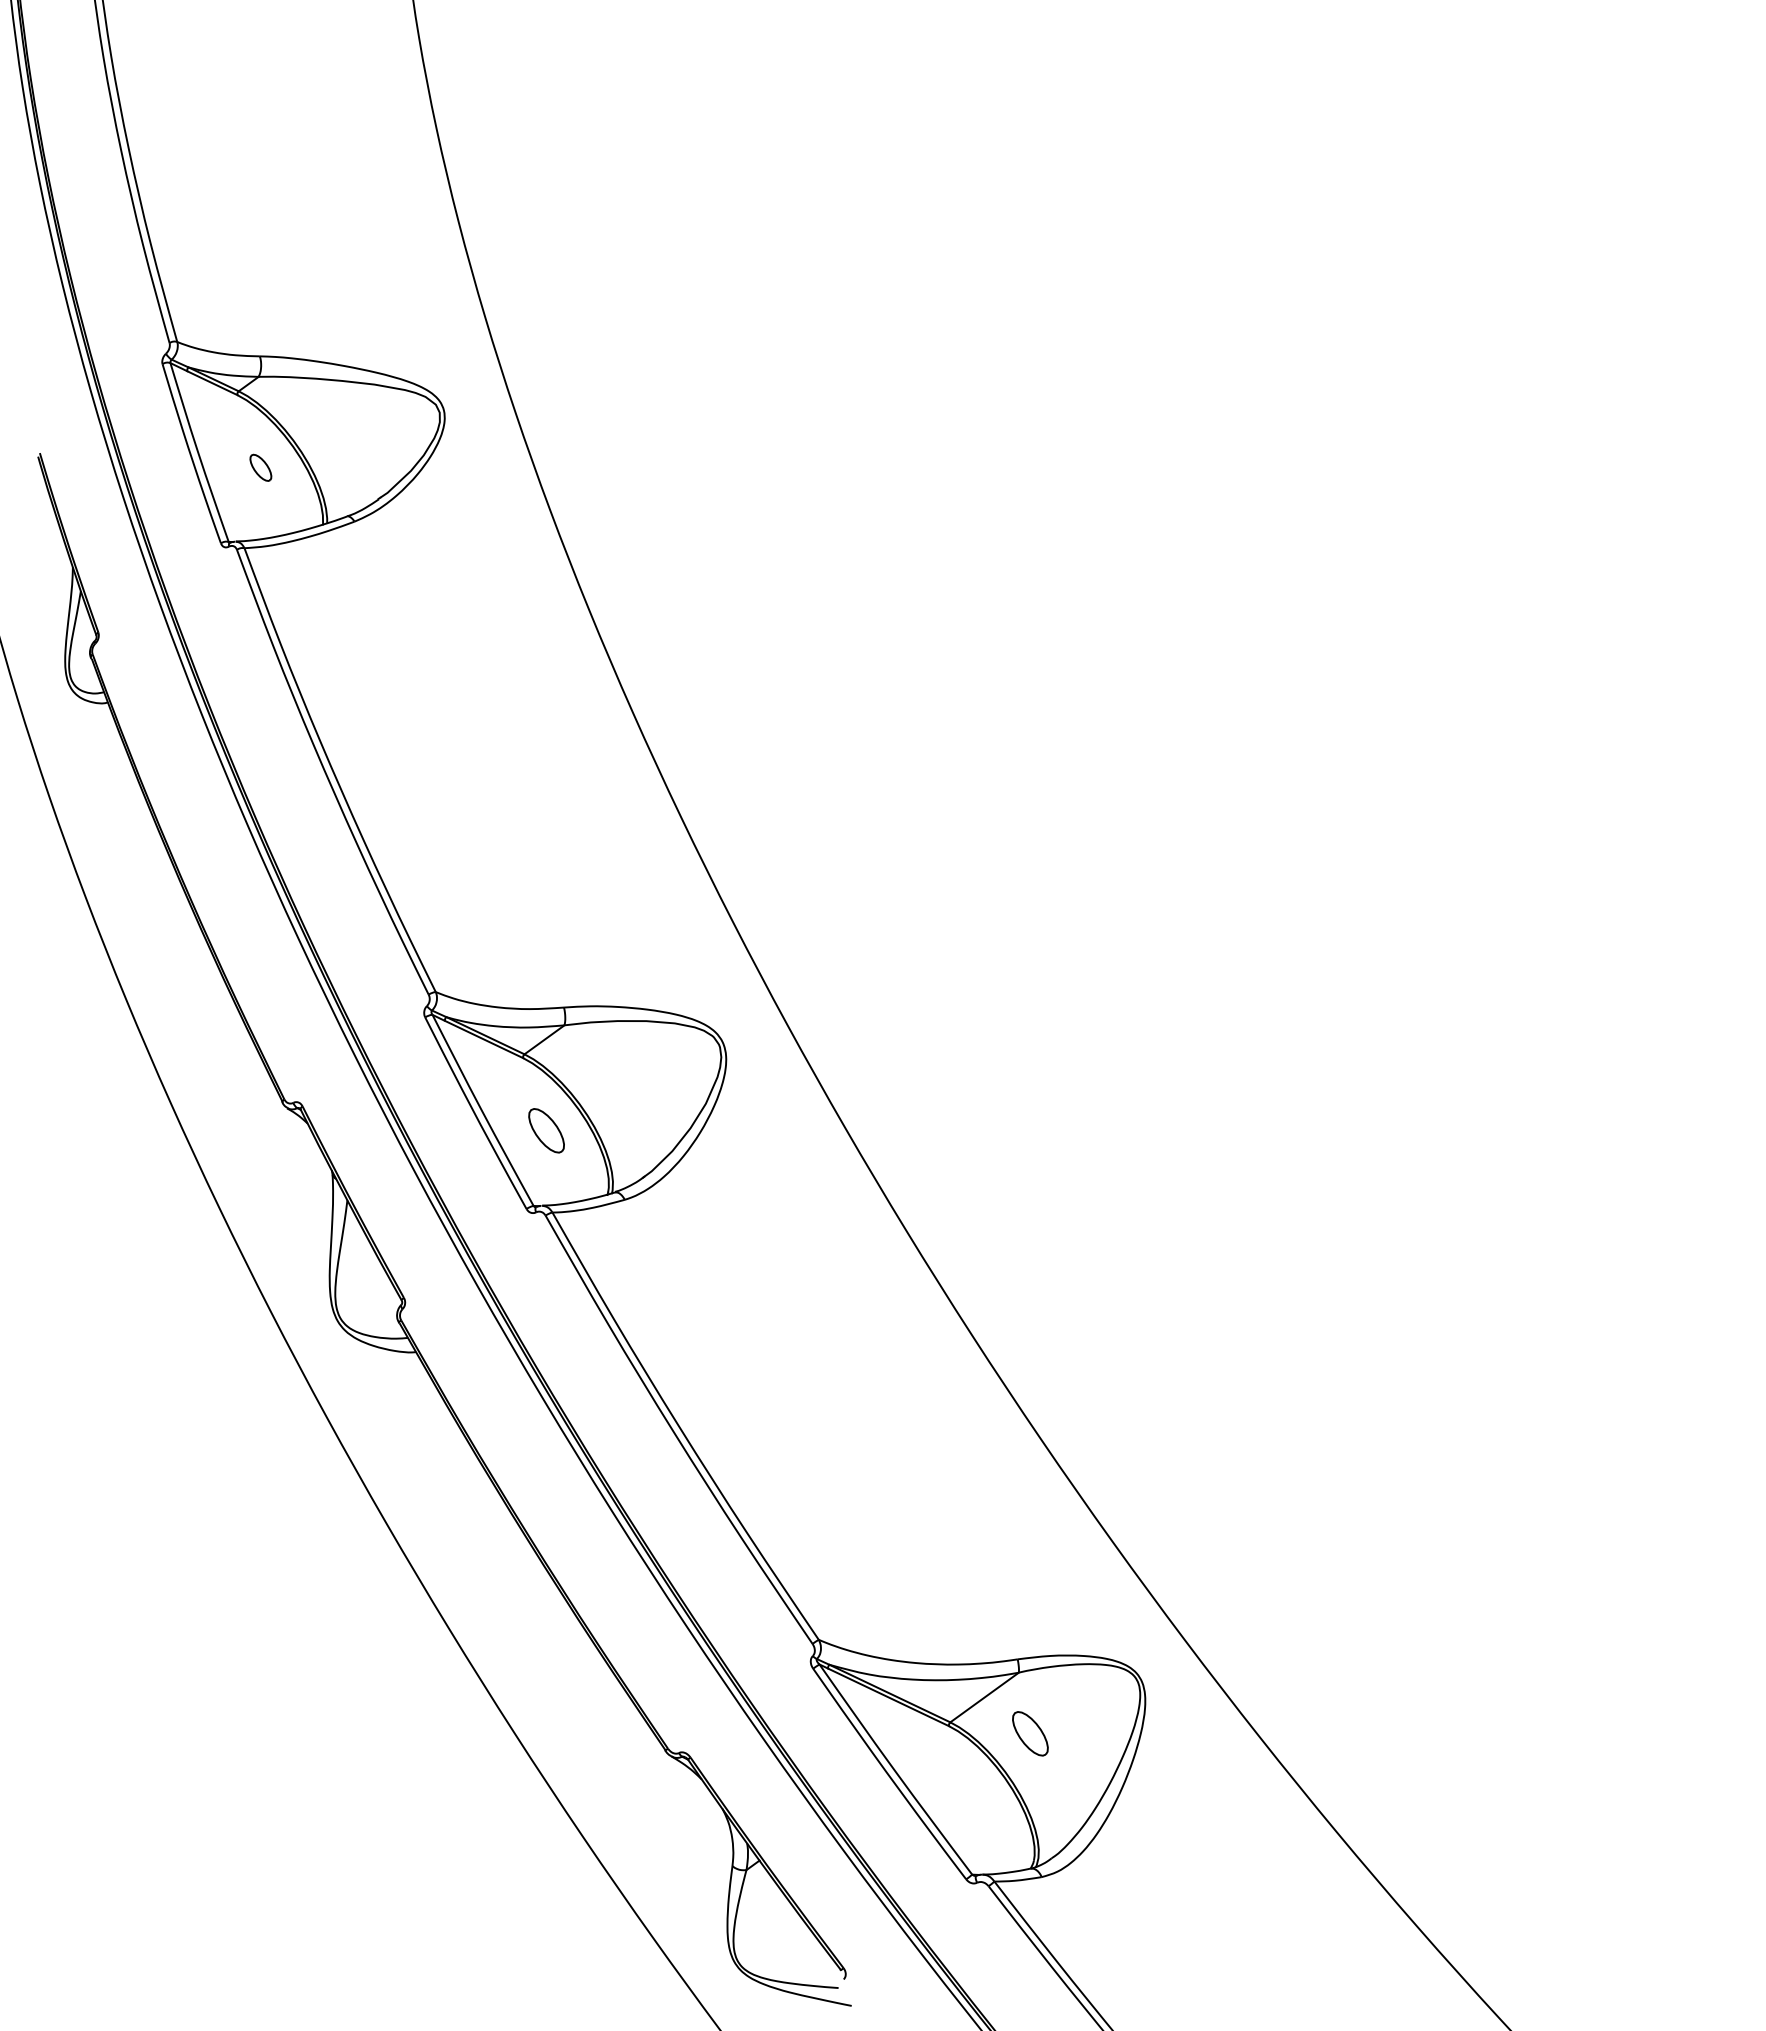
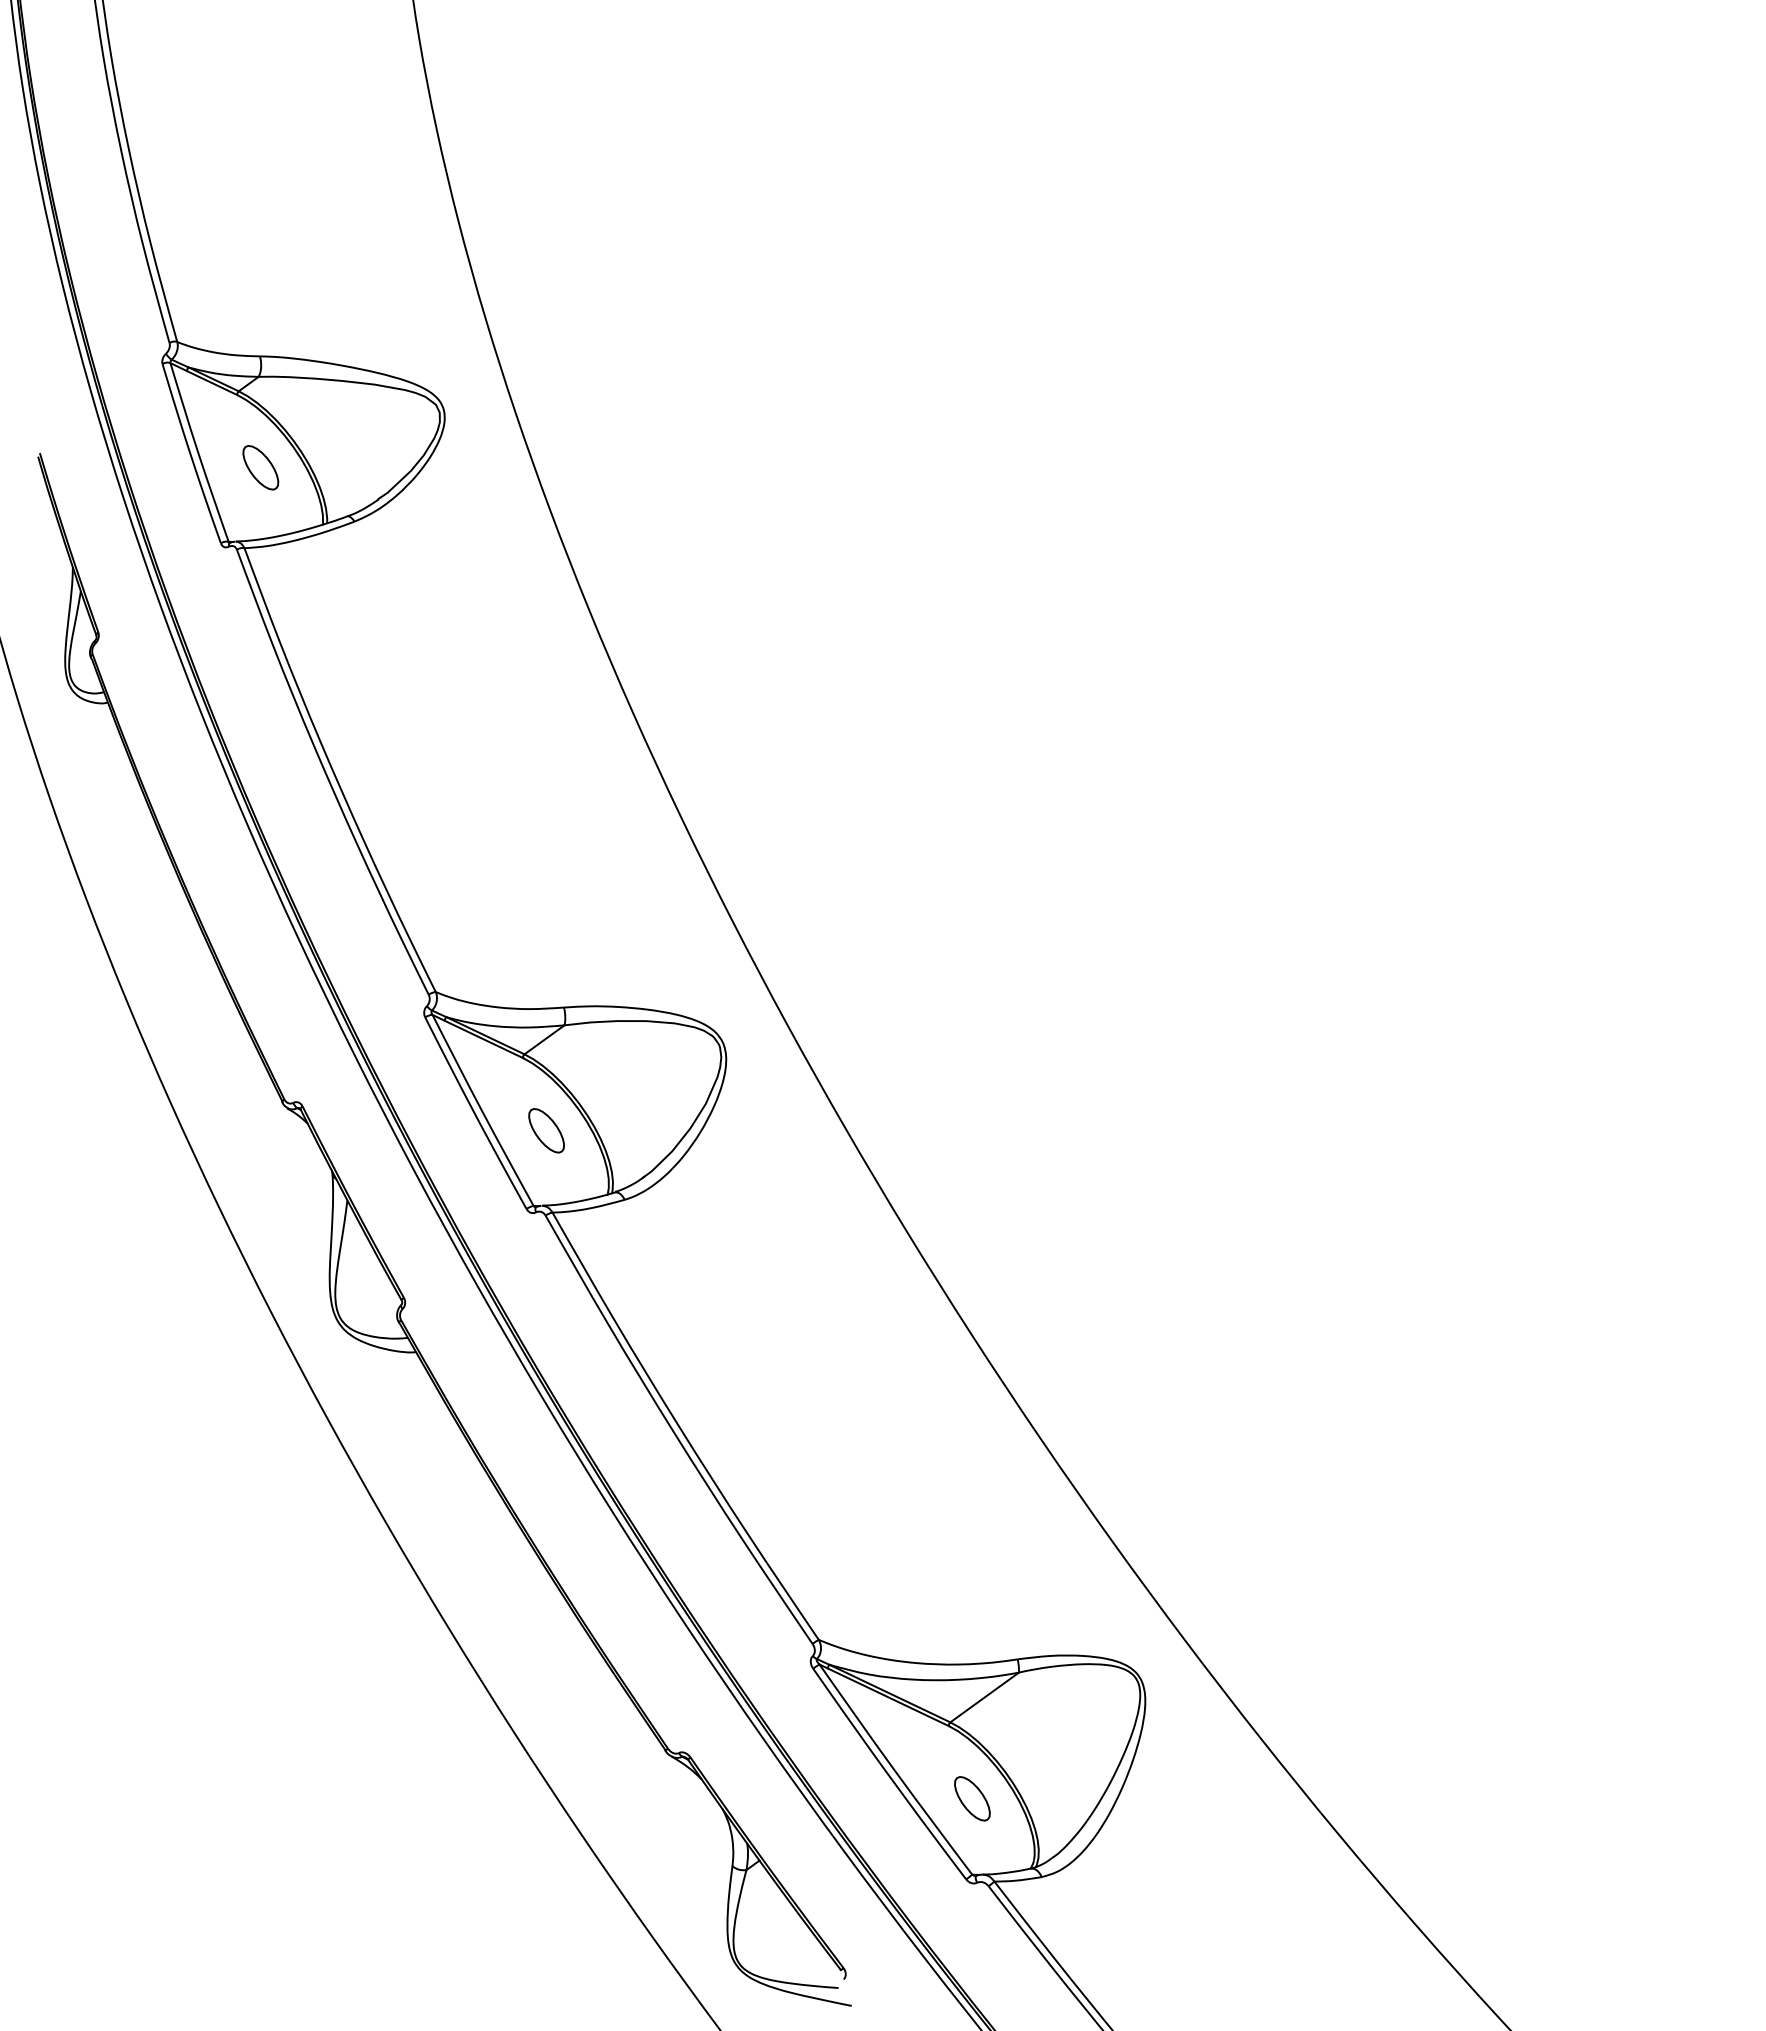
part at (260, 467) size: 24x29 px -> 38x46 px
part at (1030, 1733) position: (1030, 1733) -> (972, 1798)
